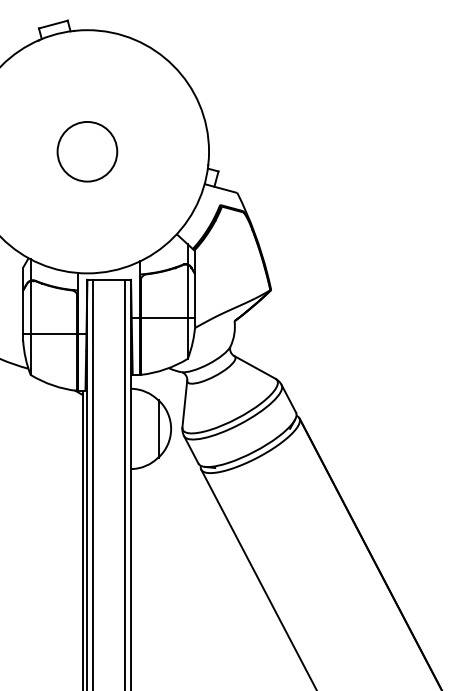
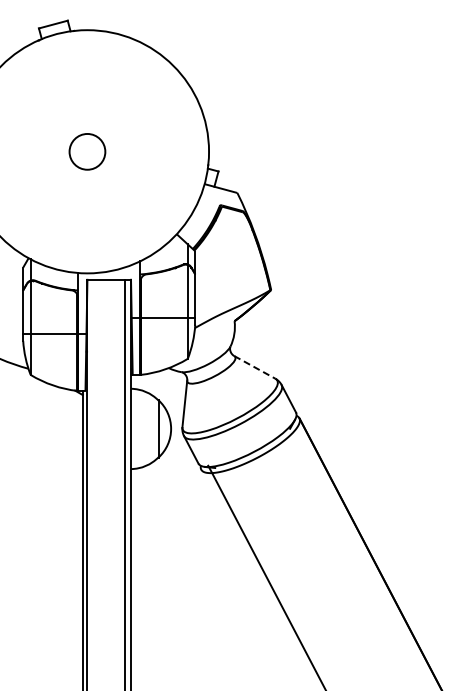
circle at (87, 151) size: 63x62 px -> 39x38 px
line at (255, 367): solid -> dashed
line at (93, 483): present -> none
line at (258, 578) position: (258, 578) -> (266, 576)
